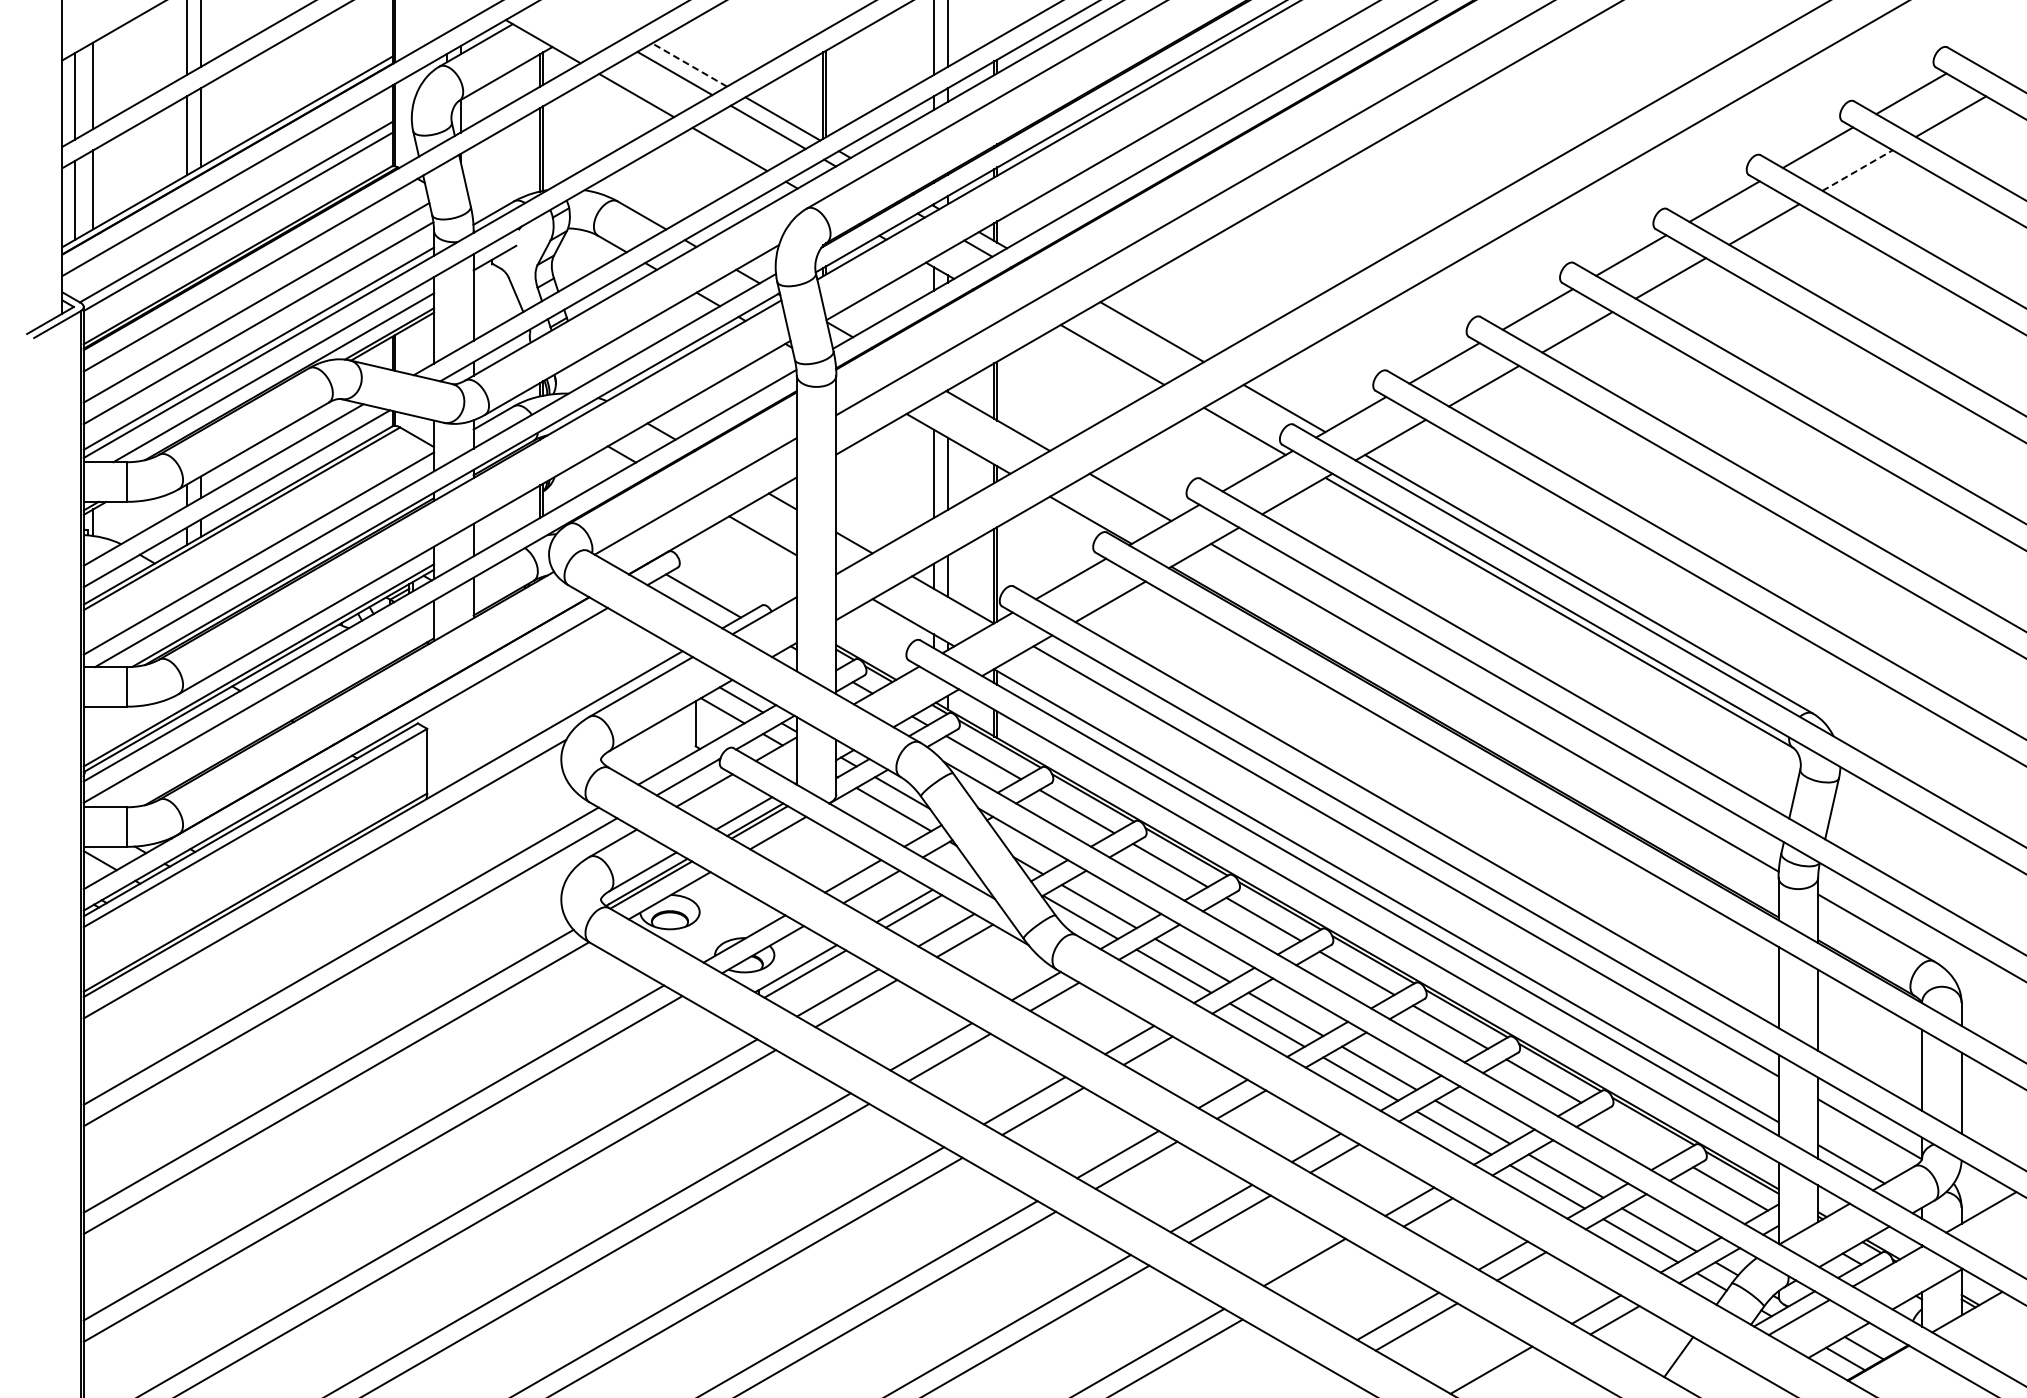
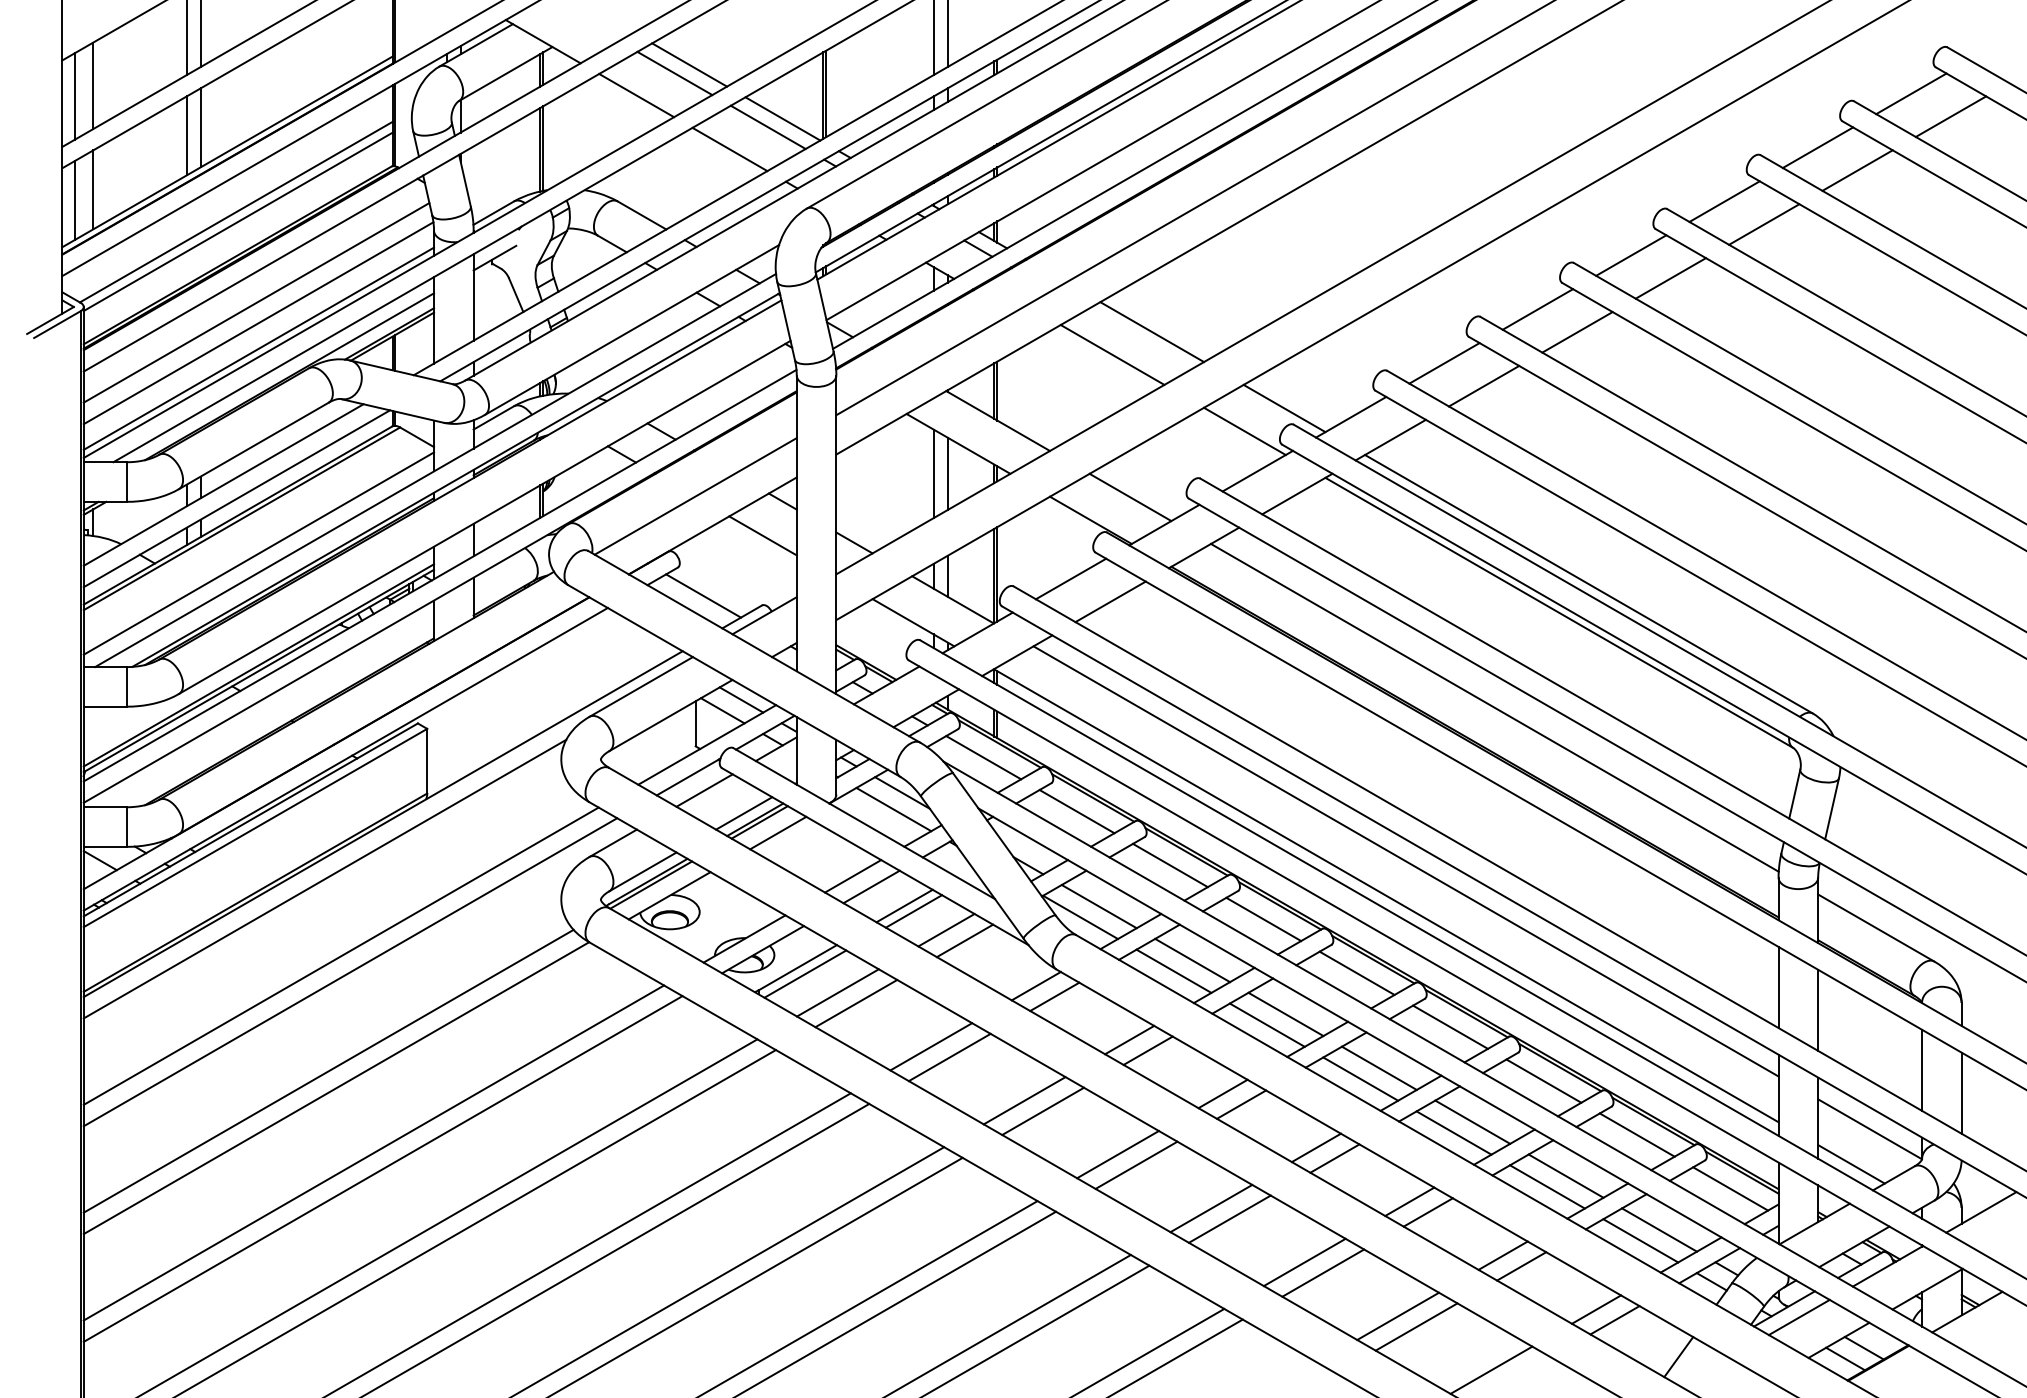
line at (689, 64): dashed -> solid
line at (1857, 170): dashed -> solid
line at (1636, 1134): none -> present
line at (1323, 1272): none -> present
